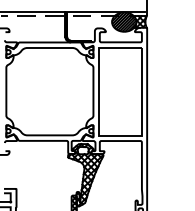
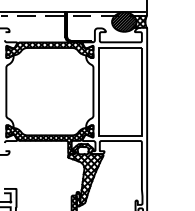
hatch at (49, 50): none -> present
hatch at (49, 139): none -> present
